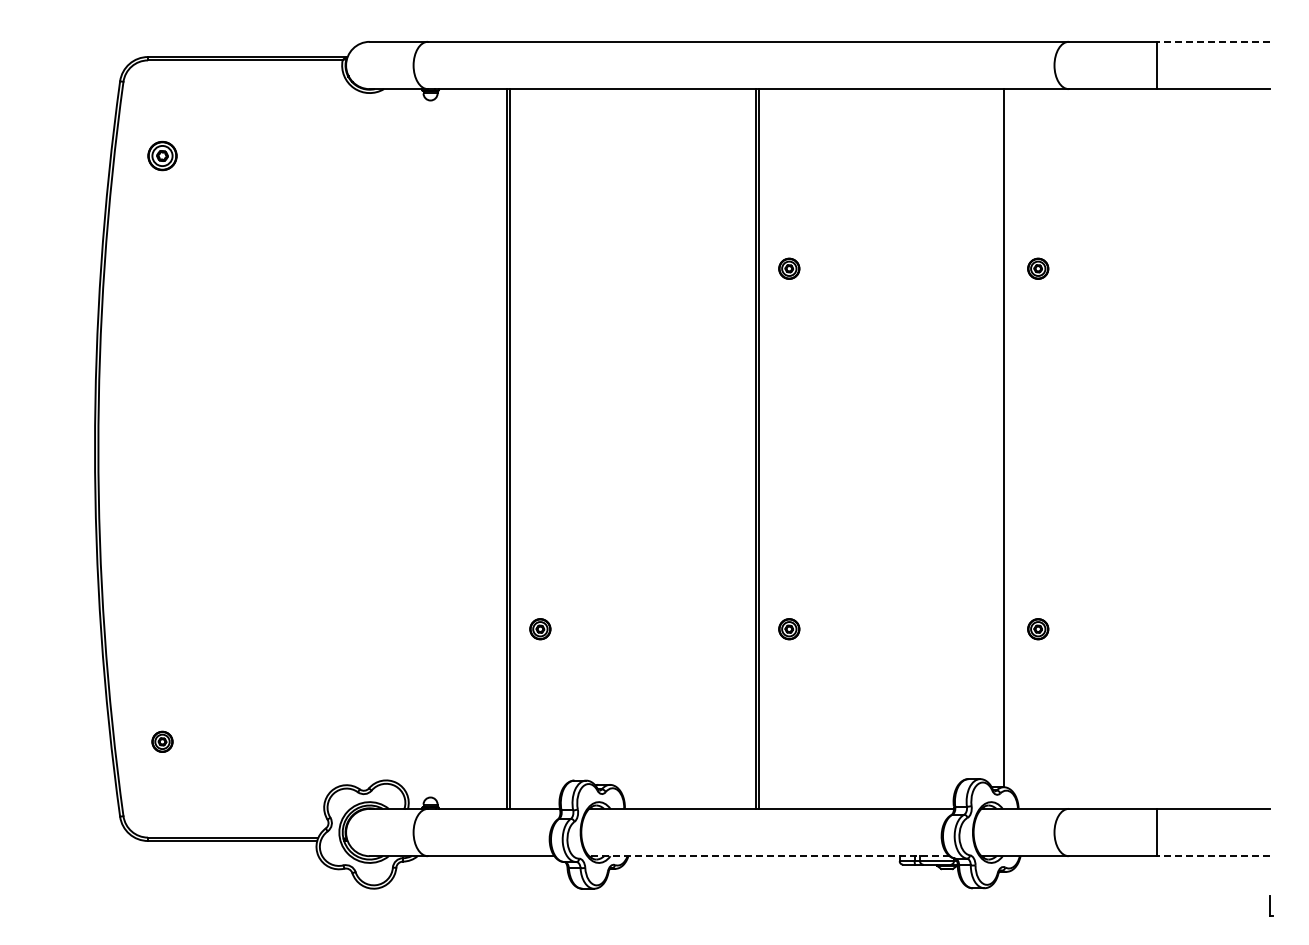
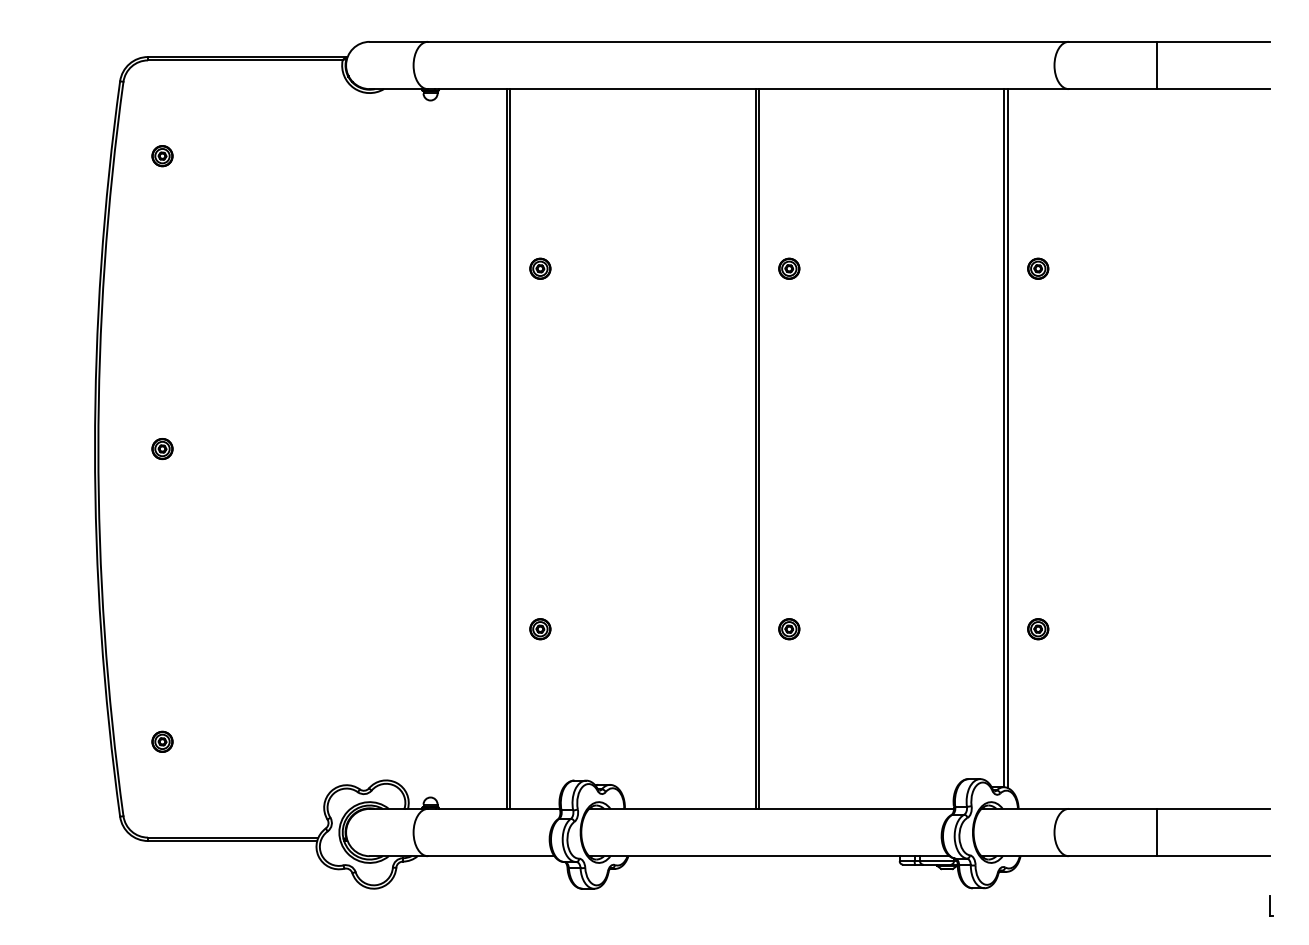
line at (1212, 41): dashed -> solid
part at (162, 156) size: 31x31 px -> 23x23 px
part at (540, 268): none -> present
line at (1007, 438): none -> present
part at (162, 448): none -> present
line at (768, 856): dashed -> solid
line at (1212, 856): dashed -> solid
